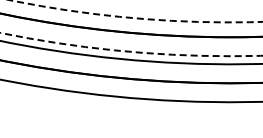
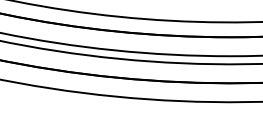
arc at (135, 18): dashed -> solid
circle at (131, 44): dashed -> solid
